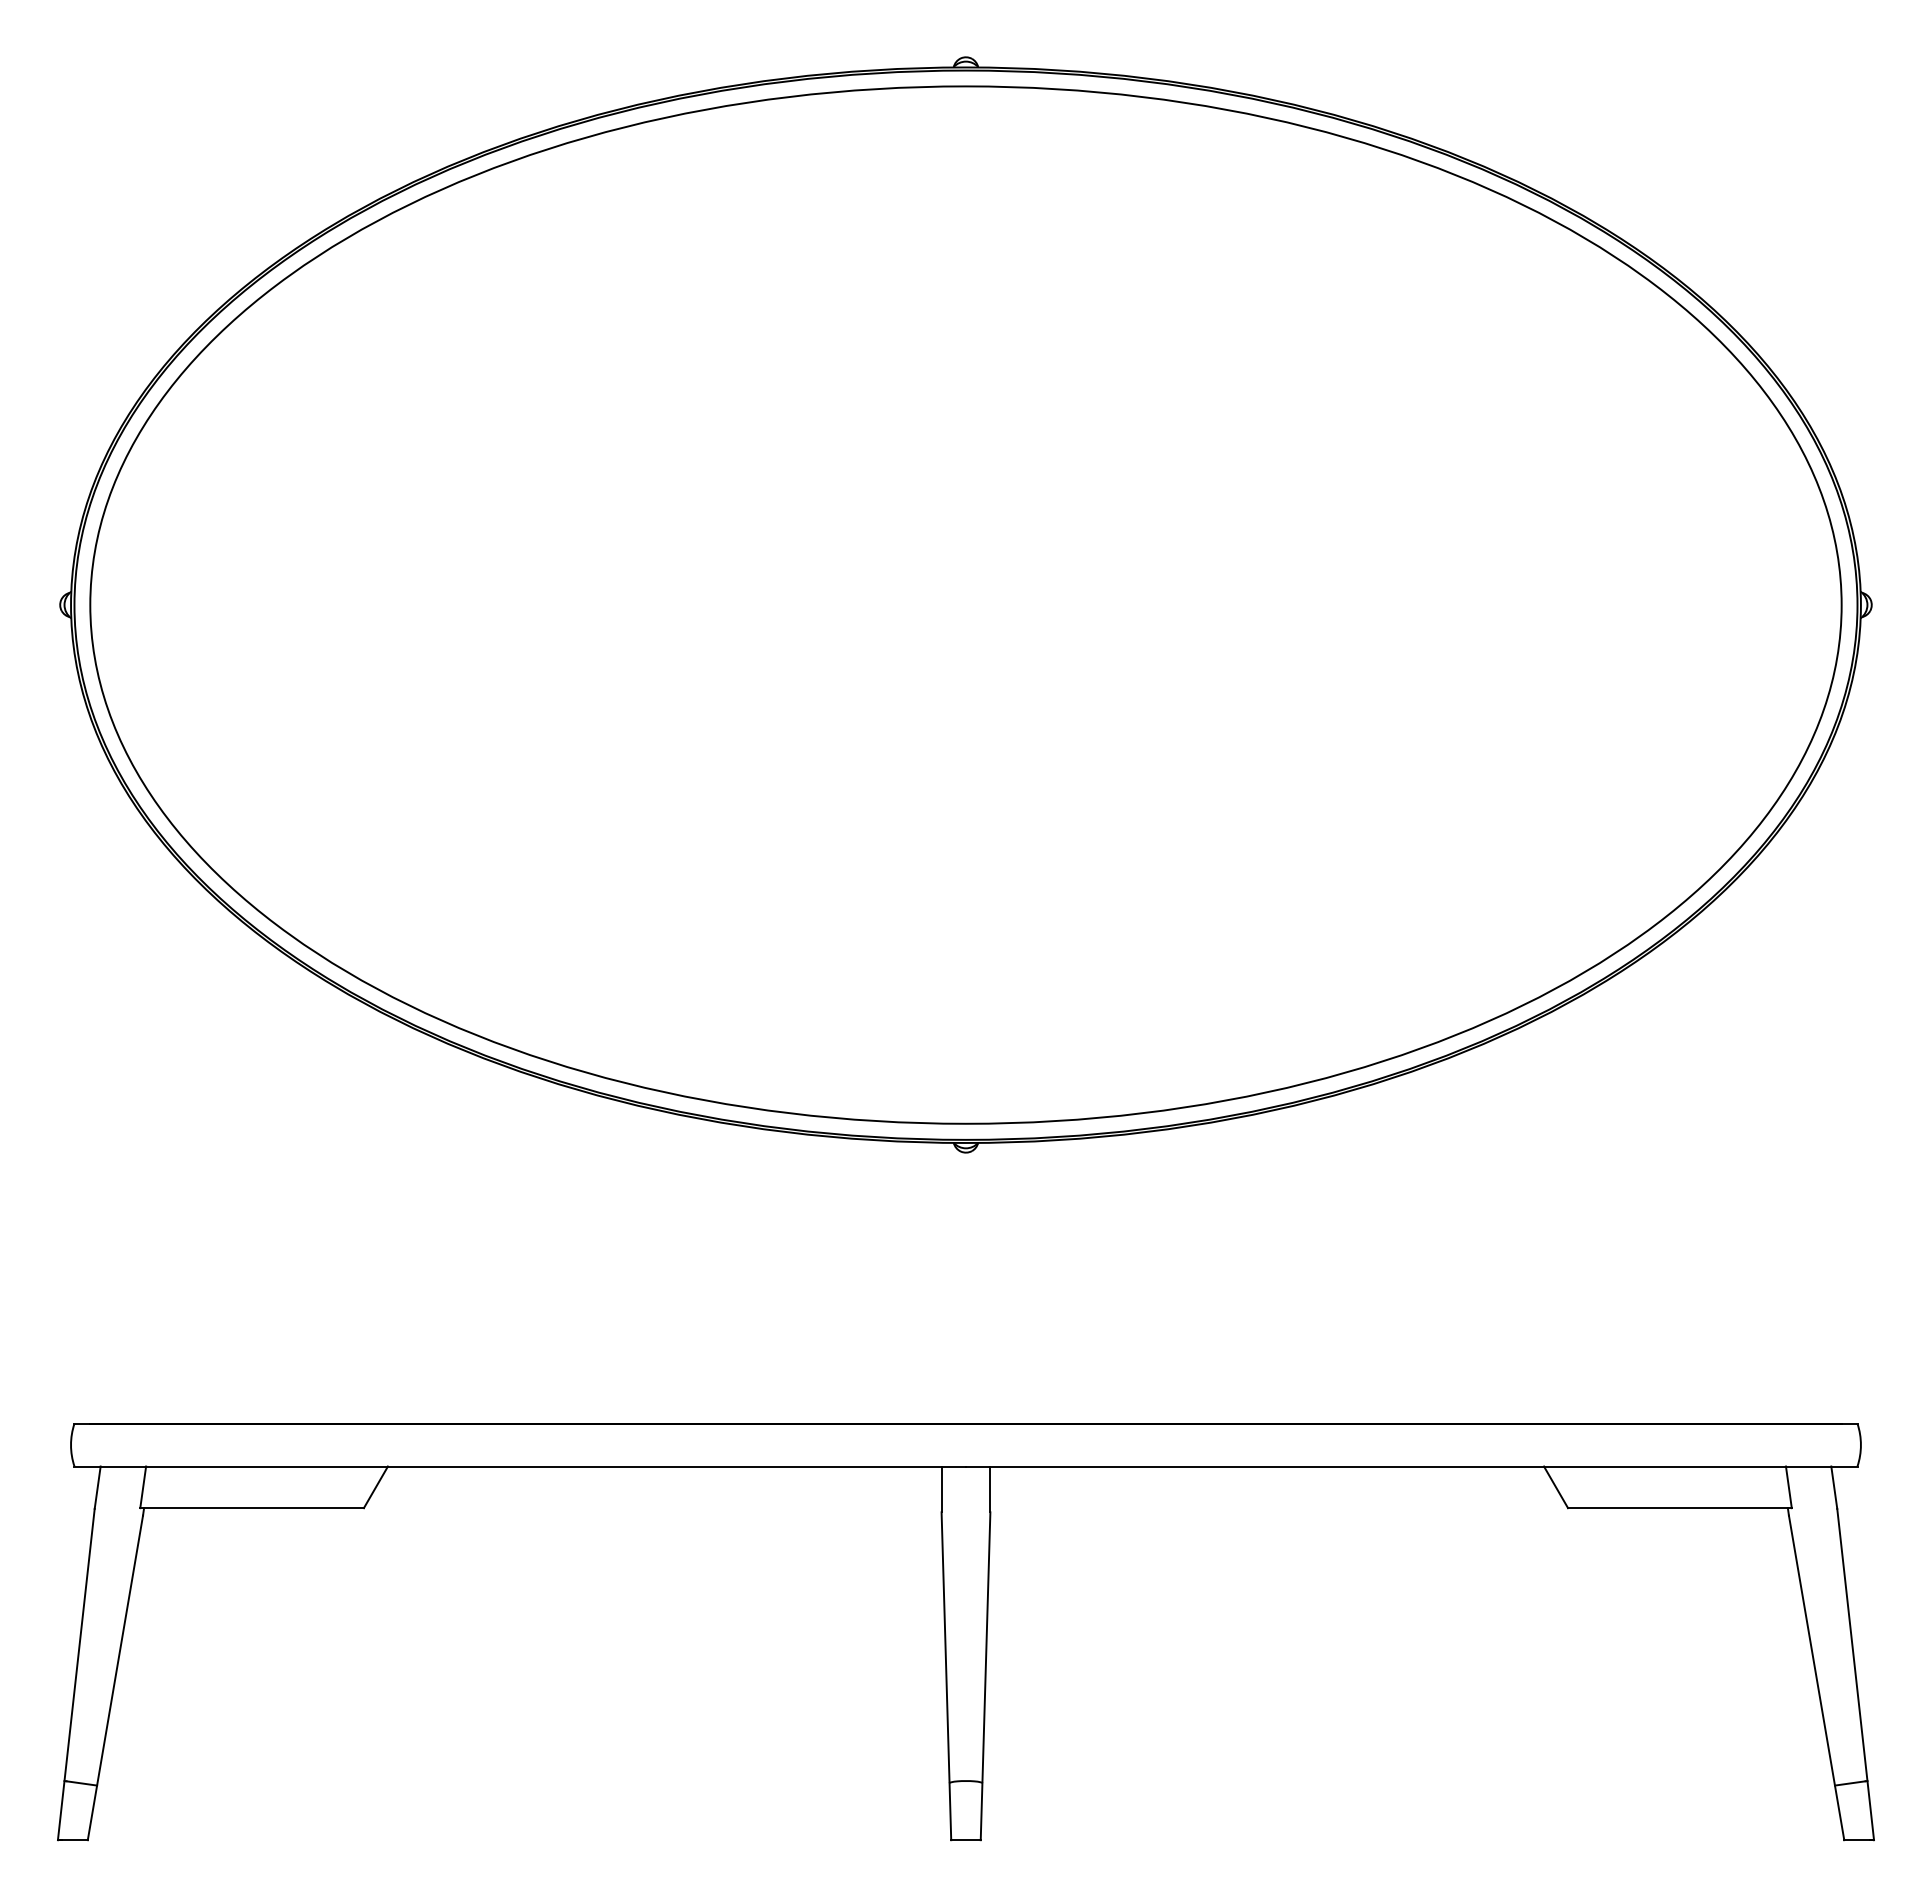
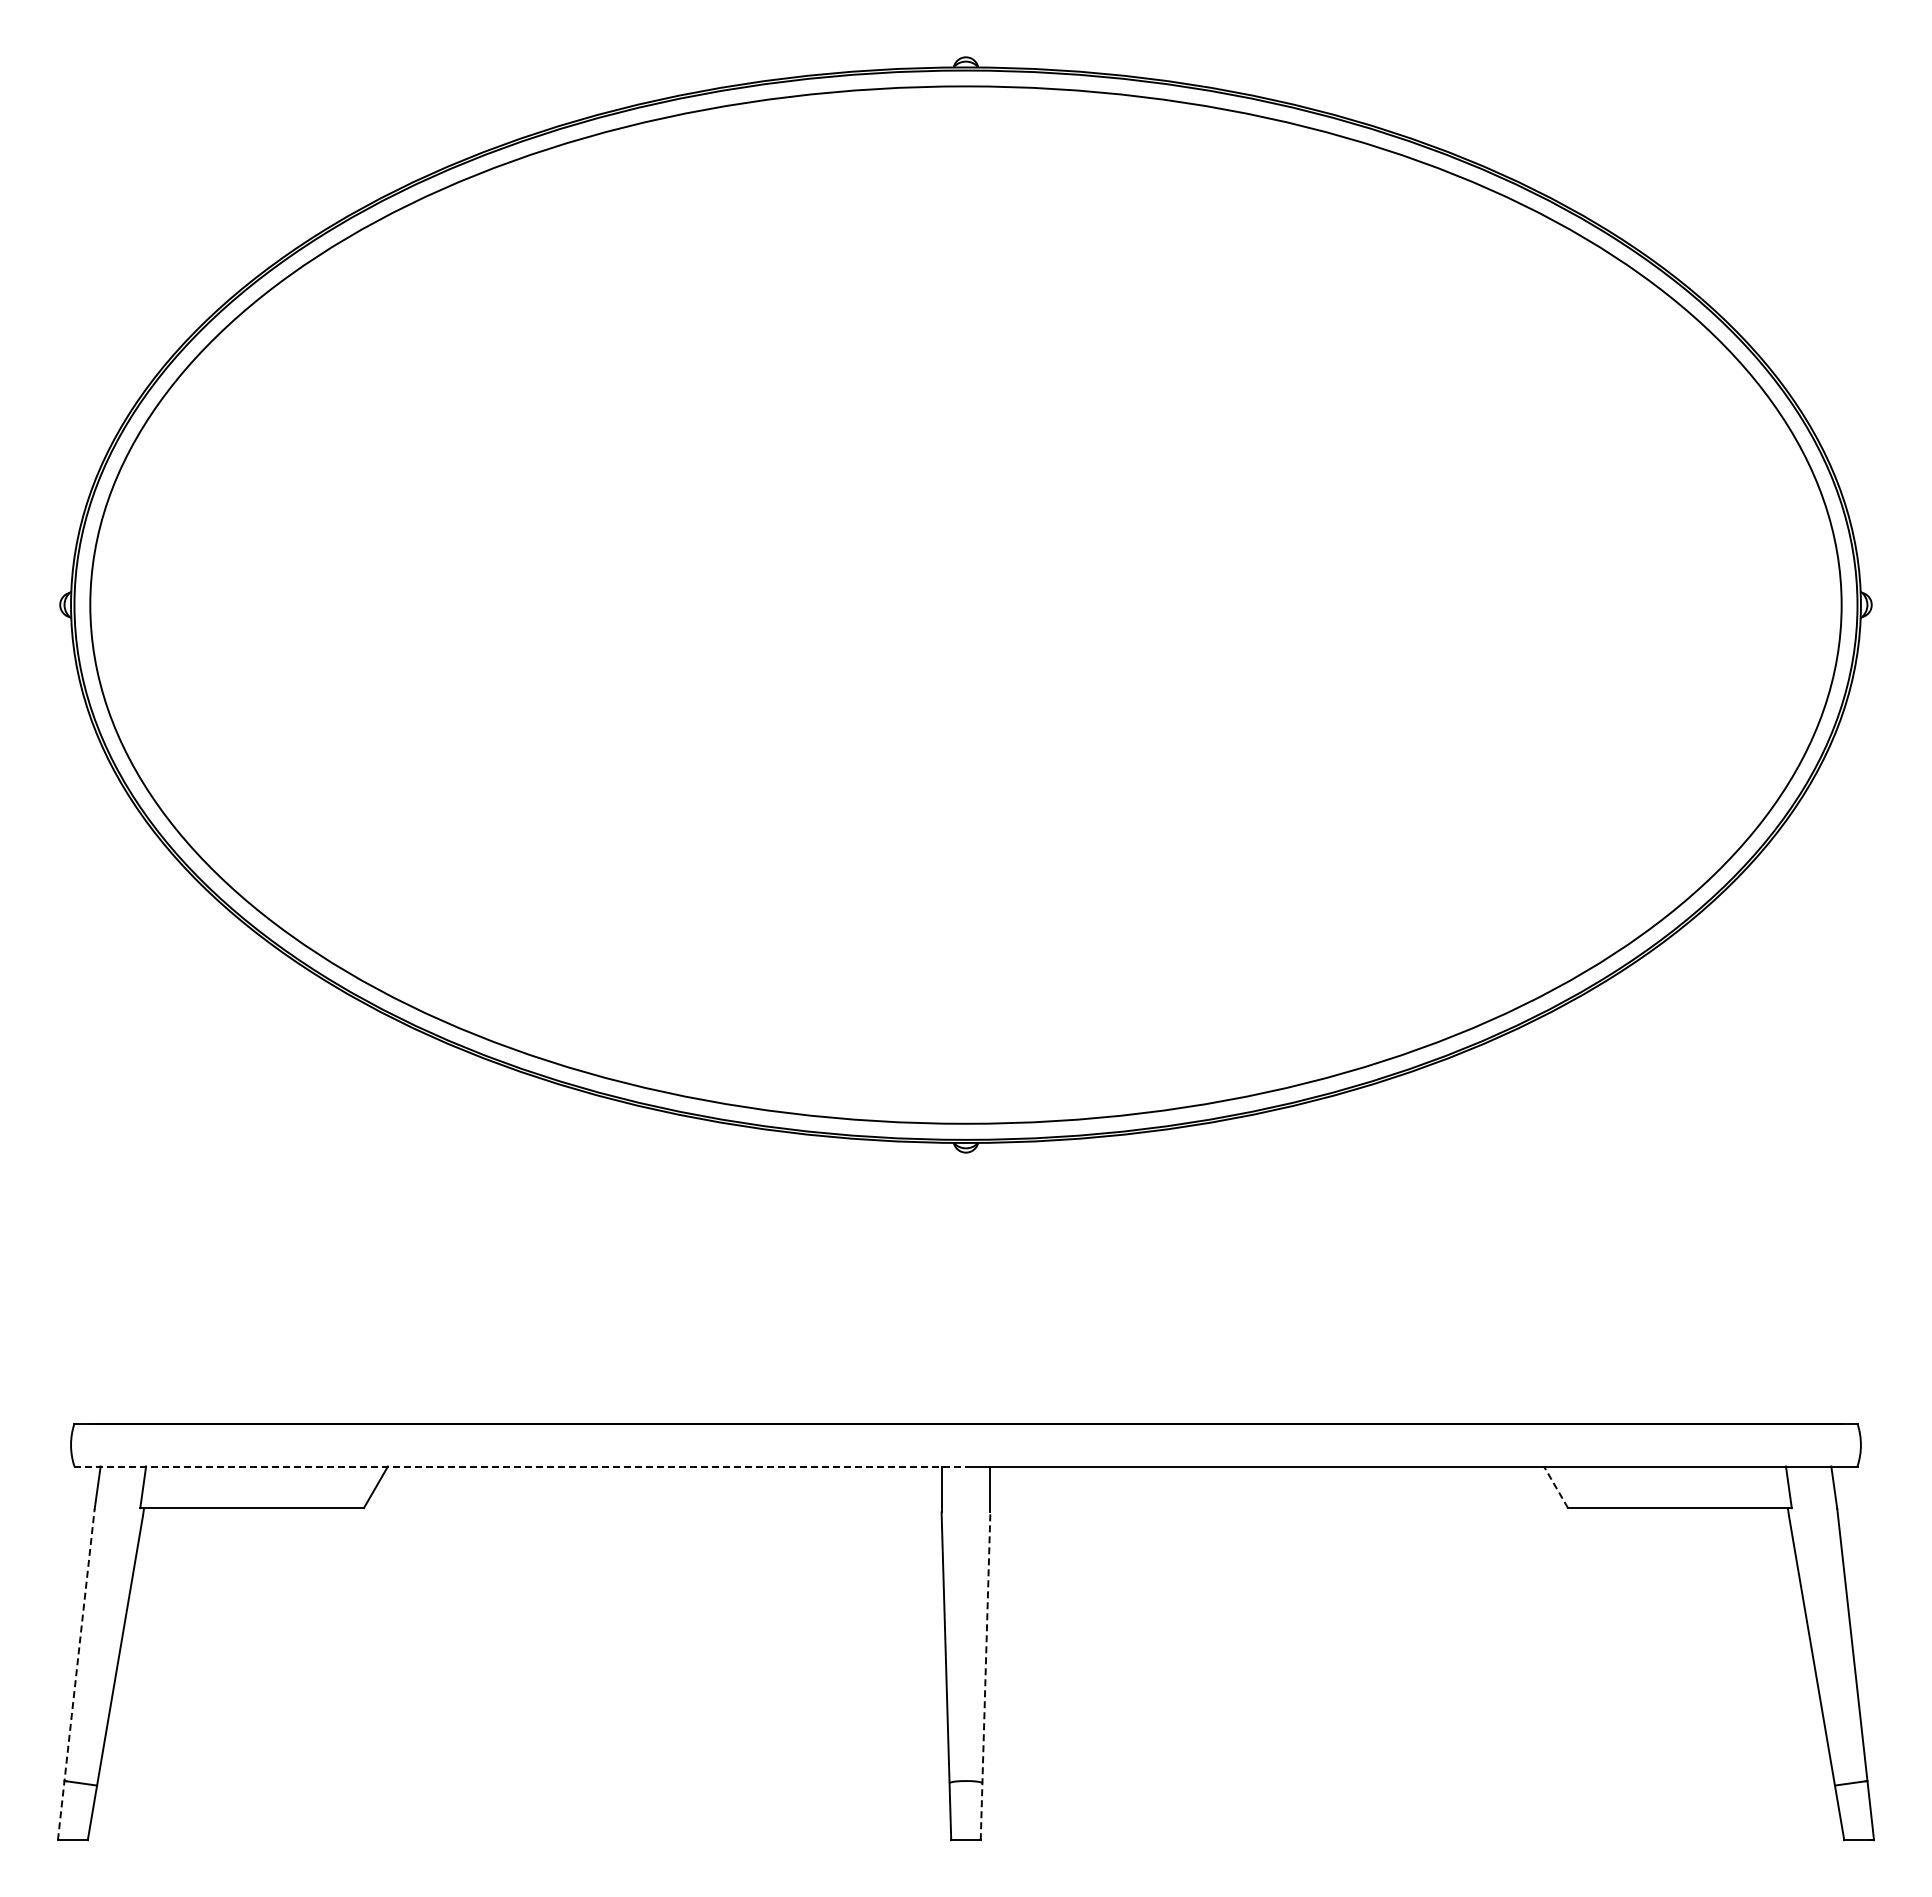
line at (520, 1466): solid -> dashed
line at (1555, 1486): solid -> dashed
line at (76, 1674): solid -> dashed
line at (985, 1675): solid -> dashed
